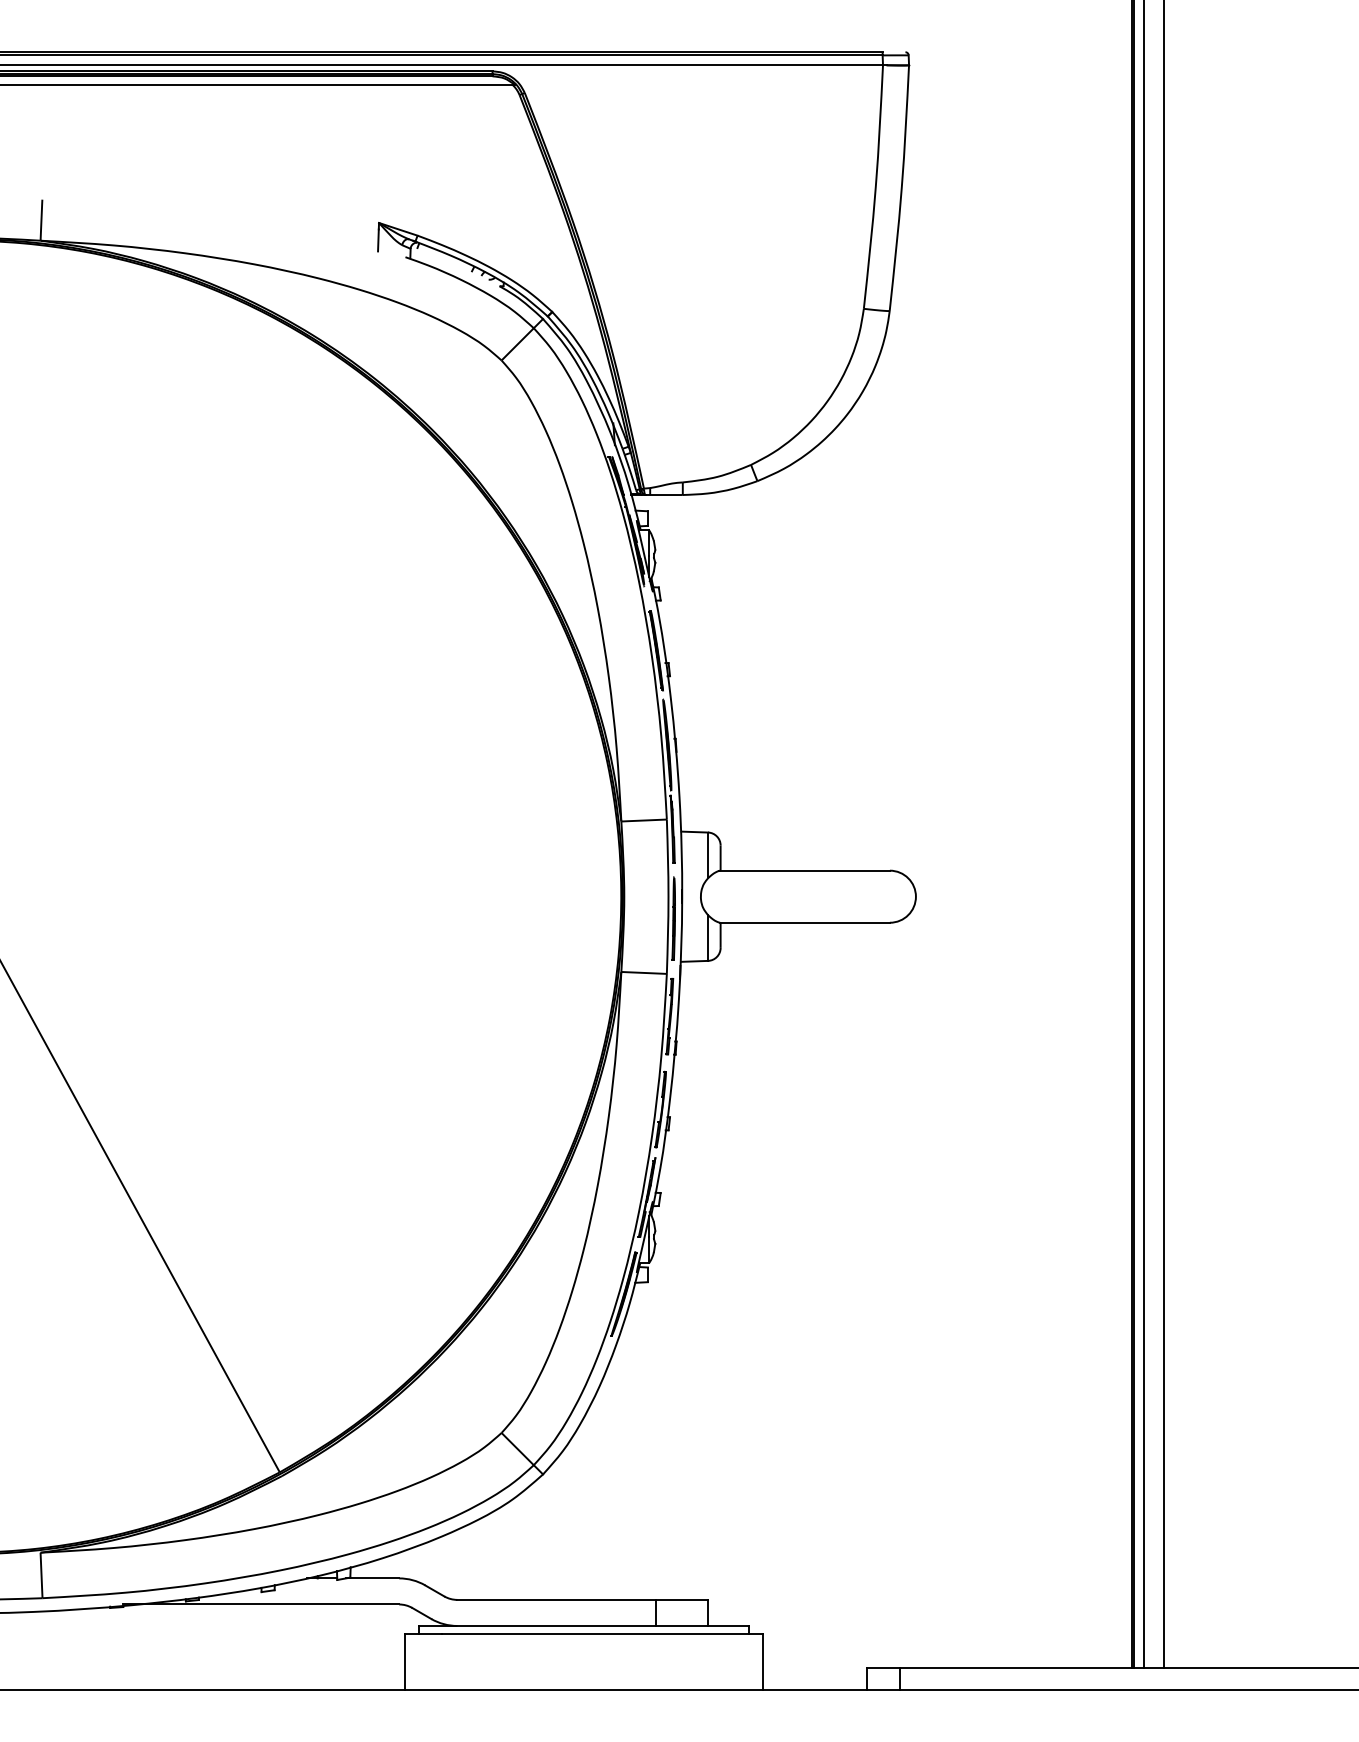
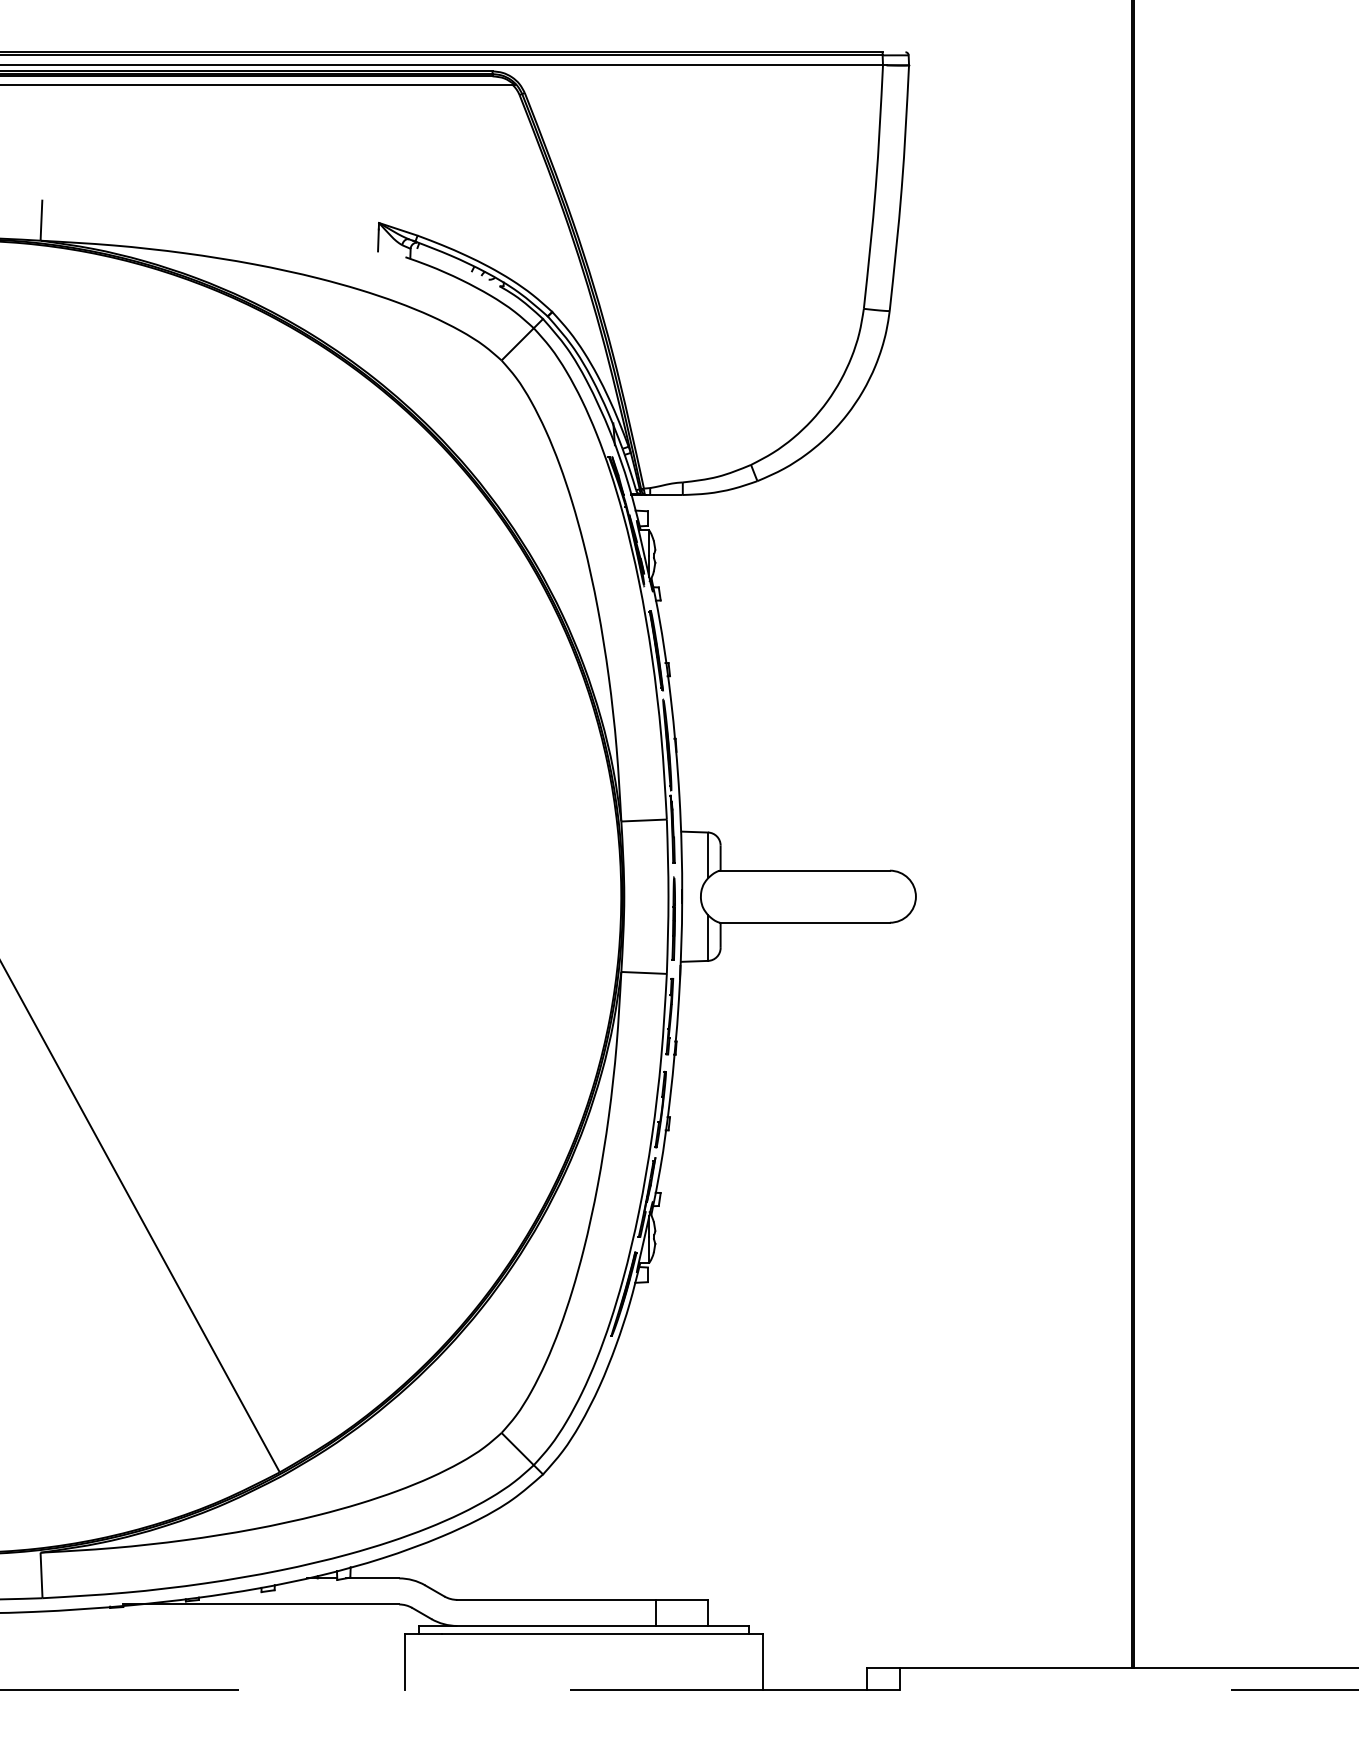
line at (1143, 834): present -> none
line at (1164, 834): present -> none
line at (679, 1689): solid -> dashed
